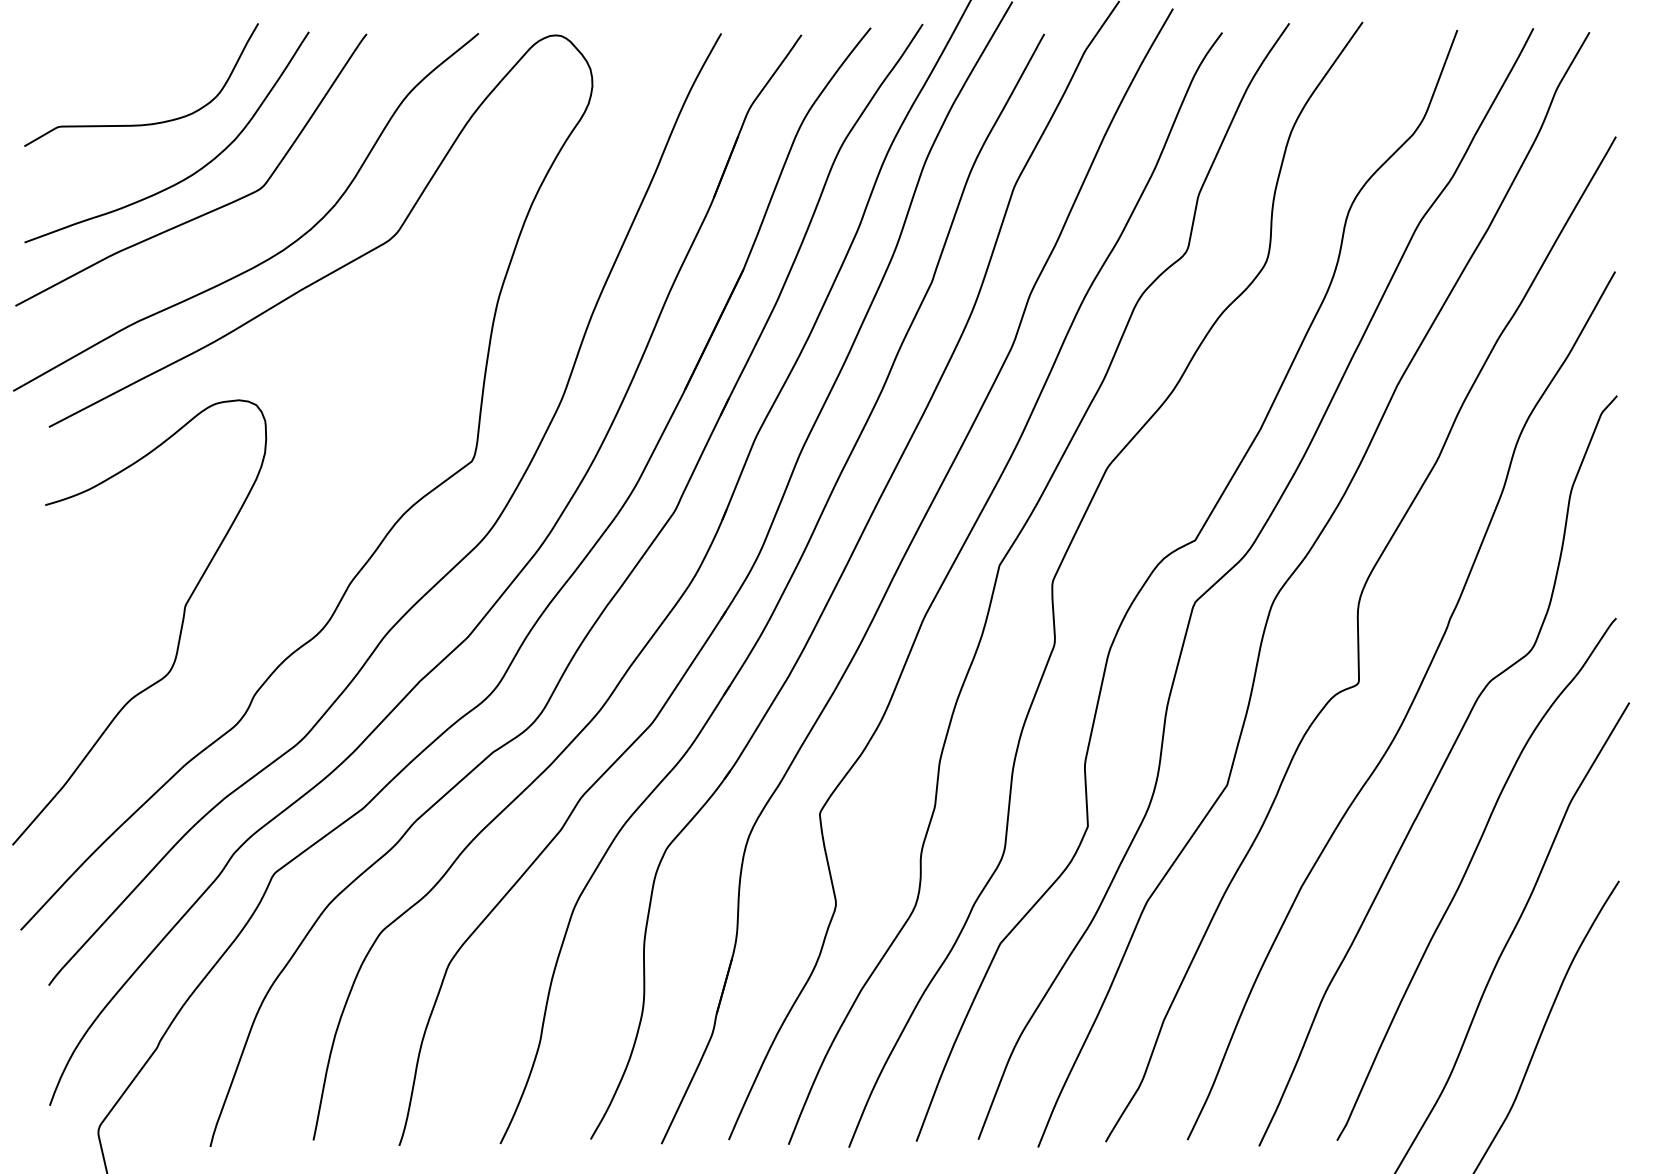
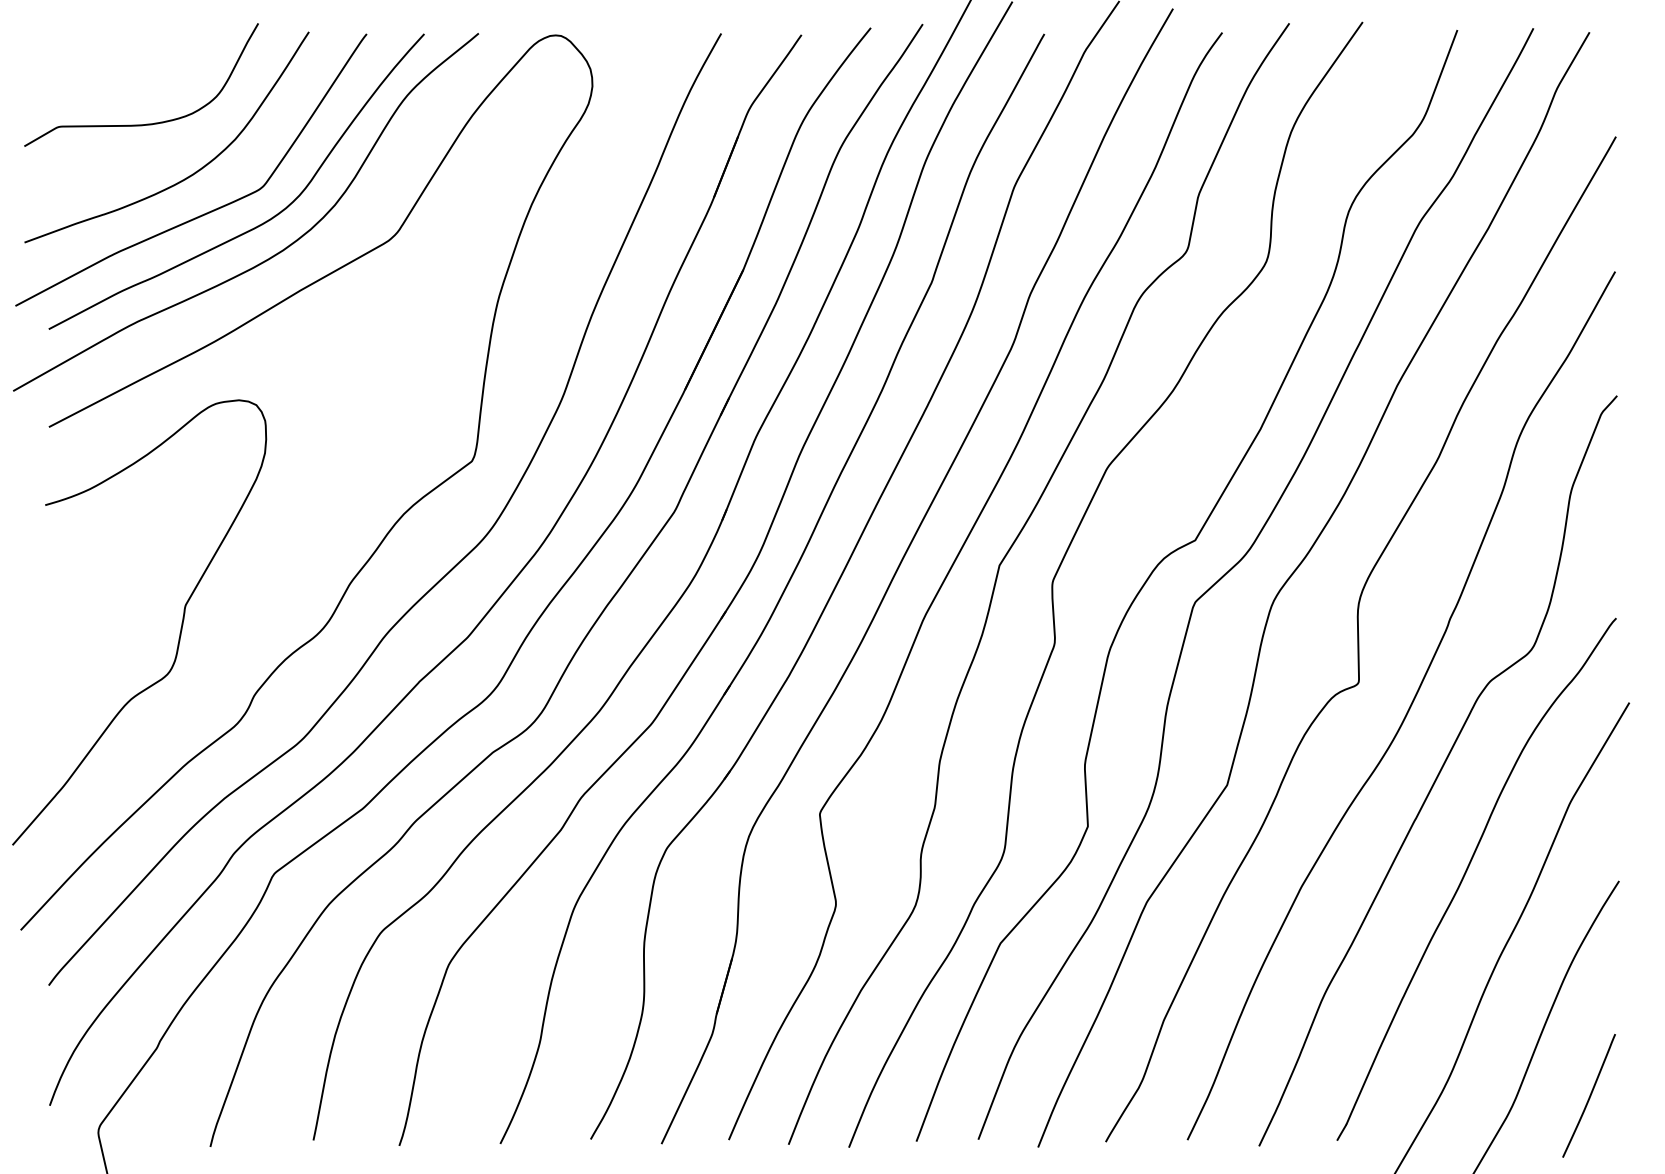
curve at (257, 225): none -> present
curve at (1589, 1095): none -> present
